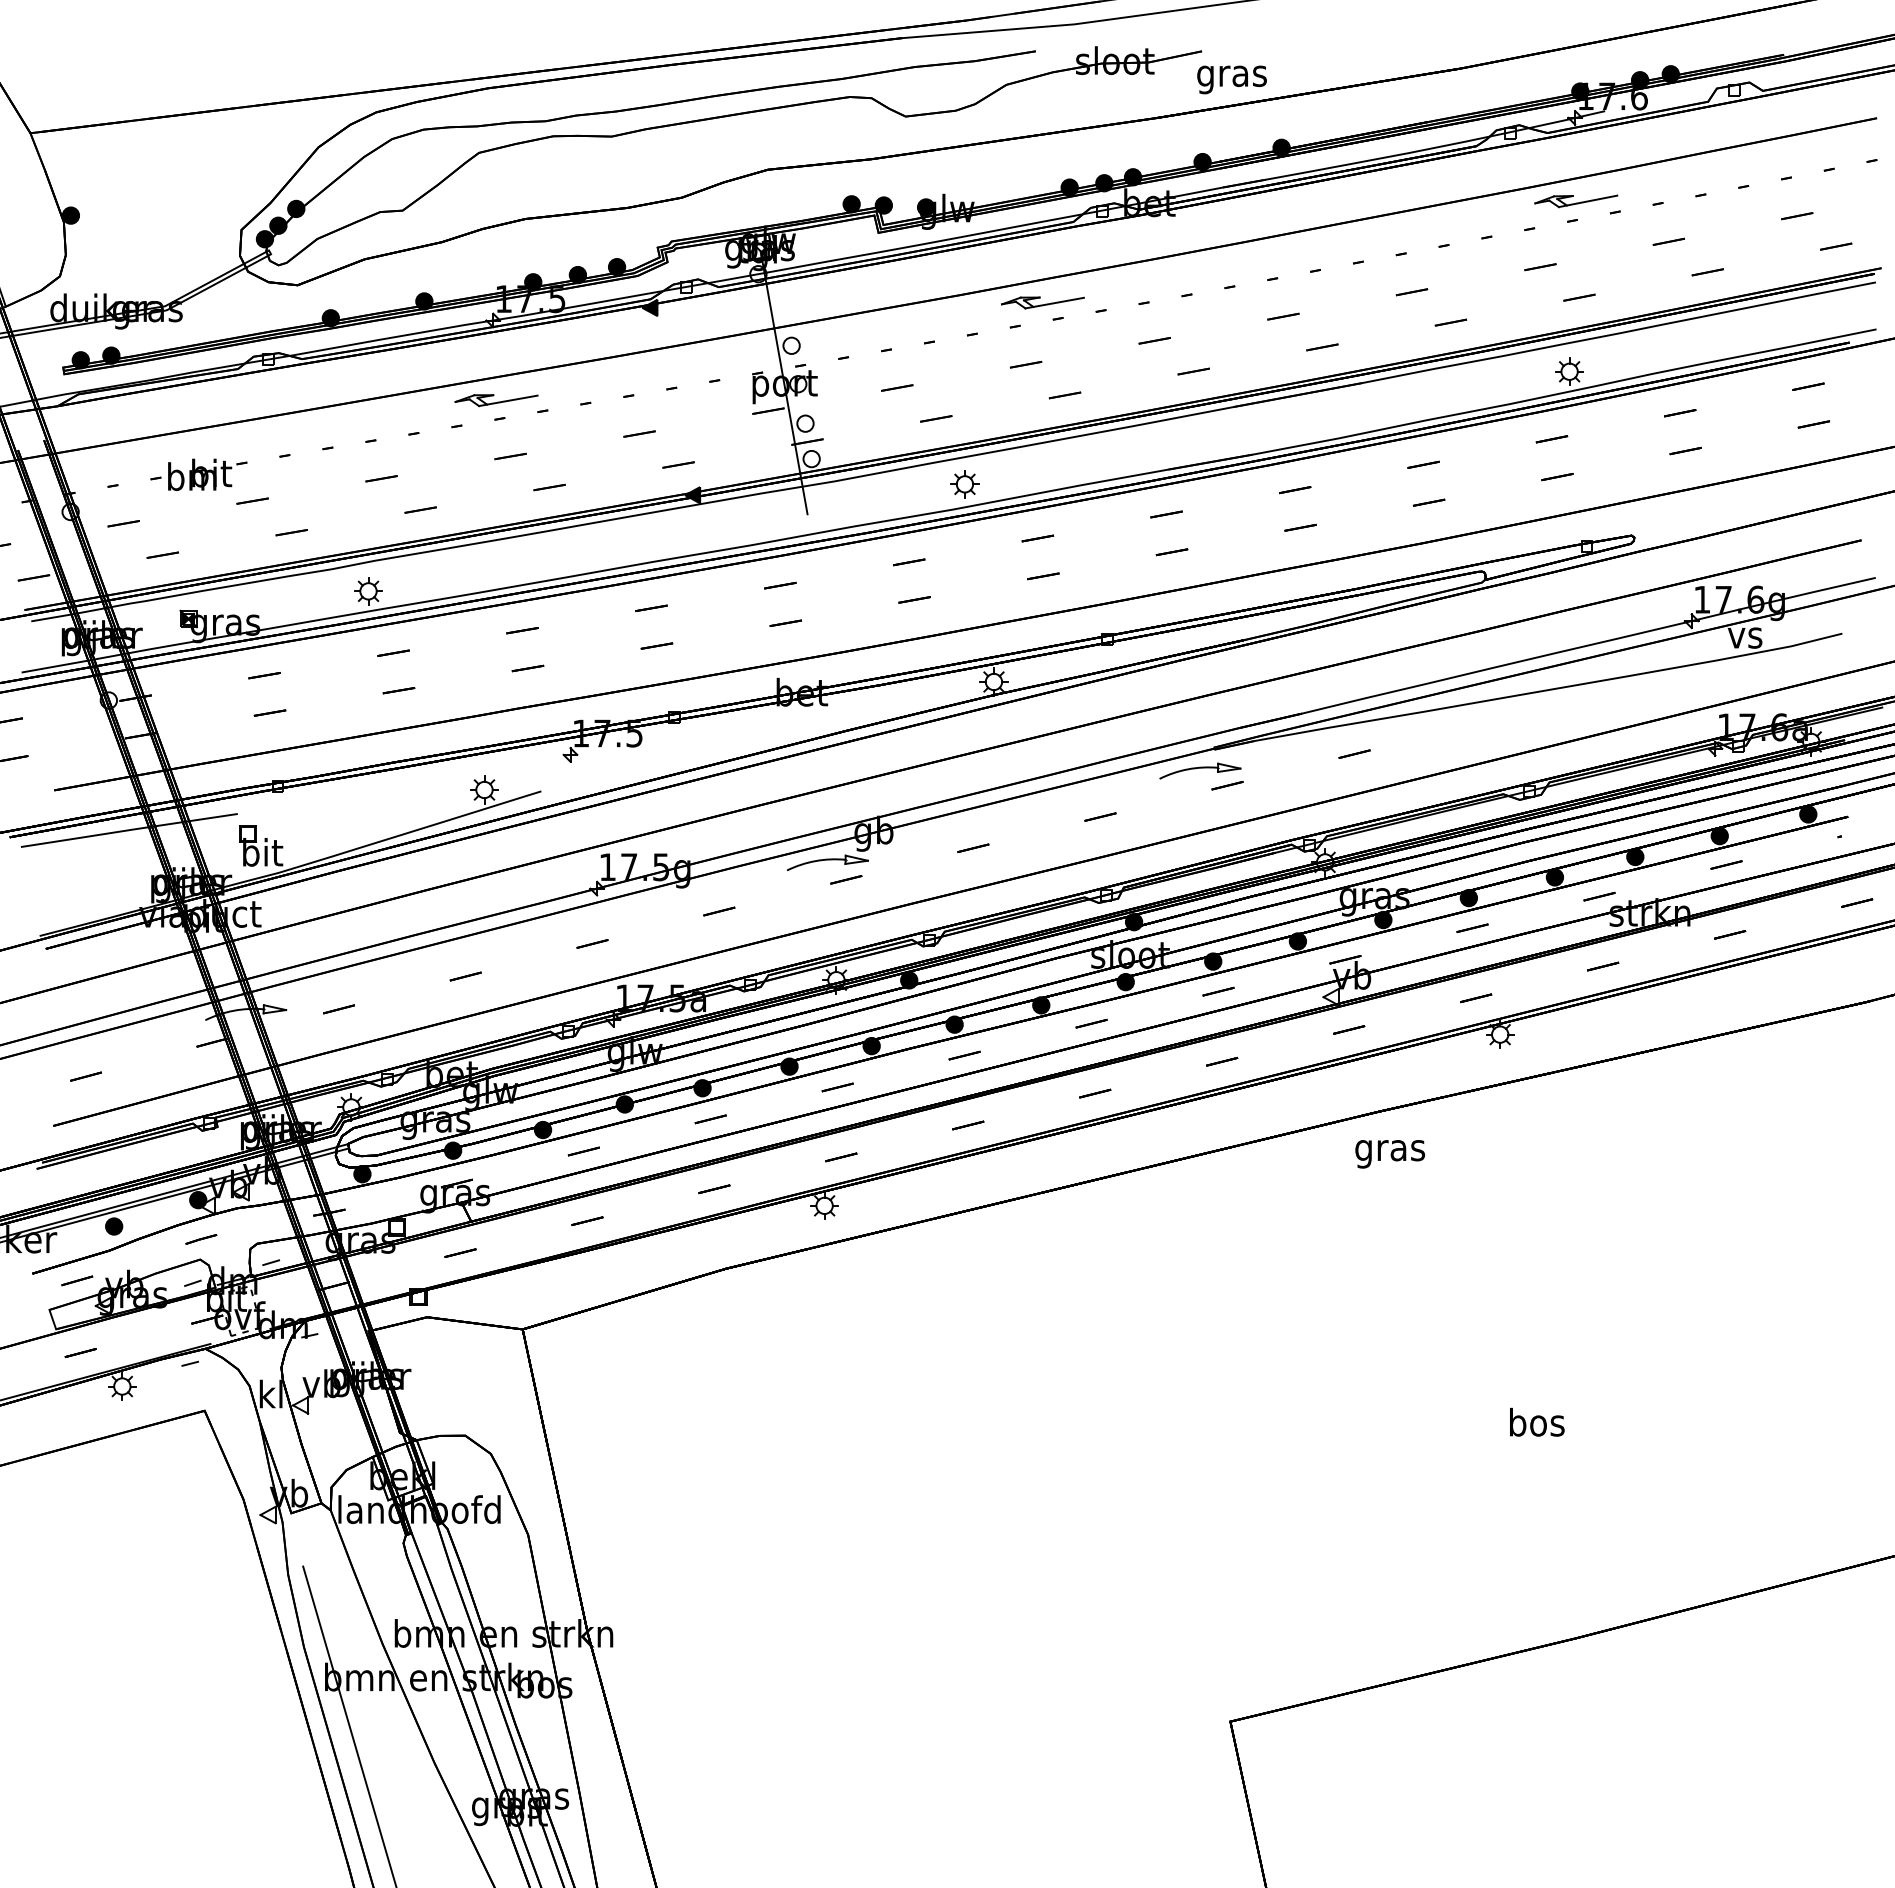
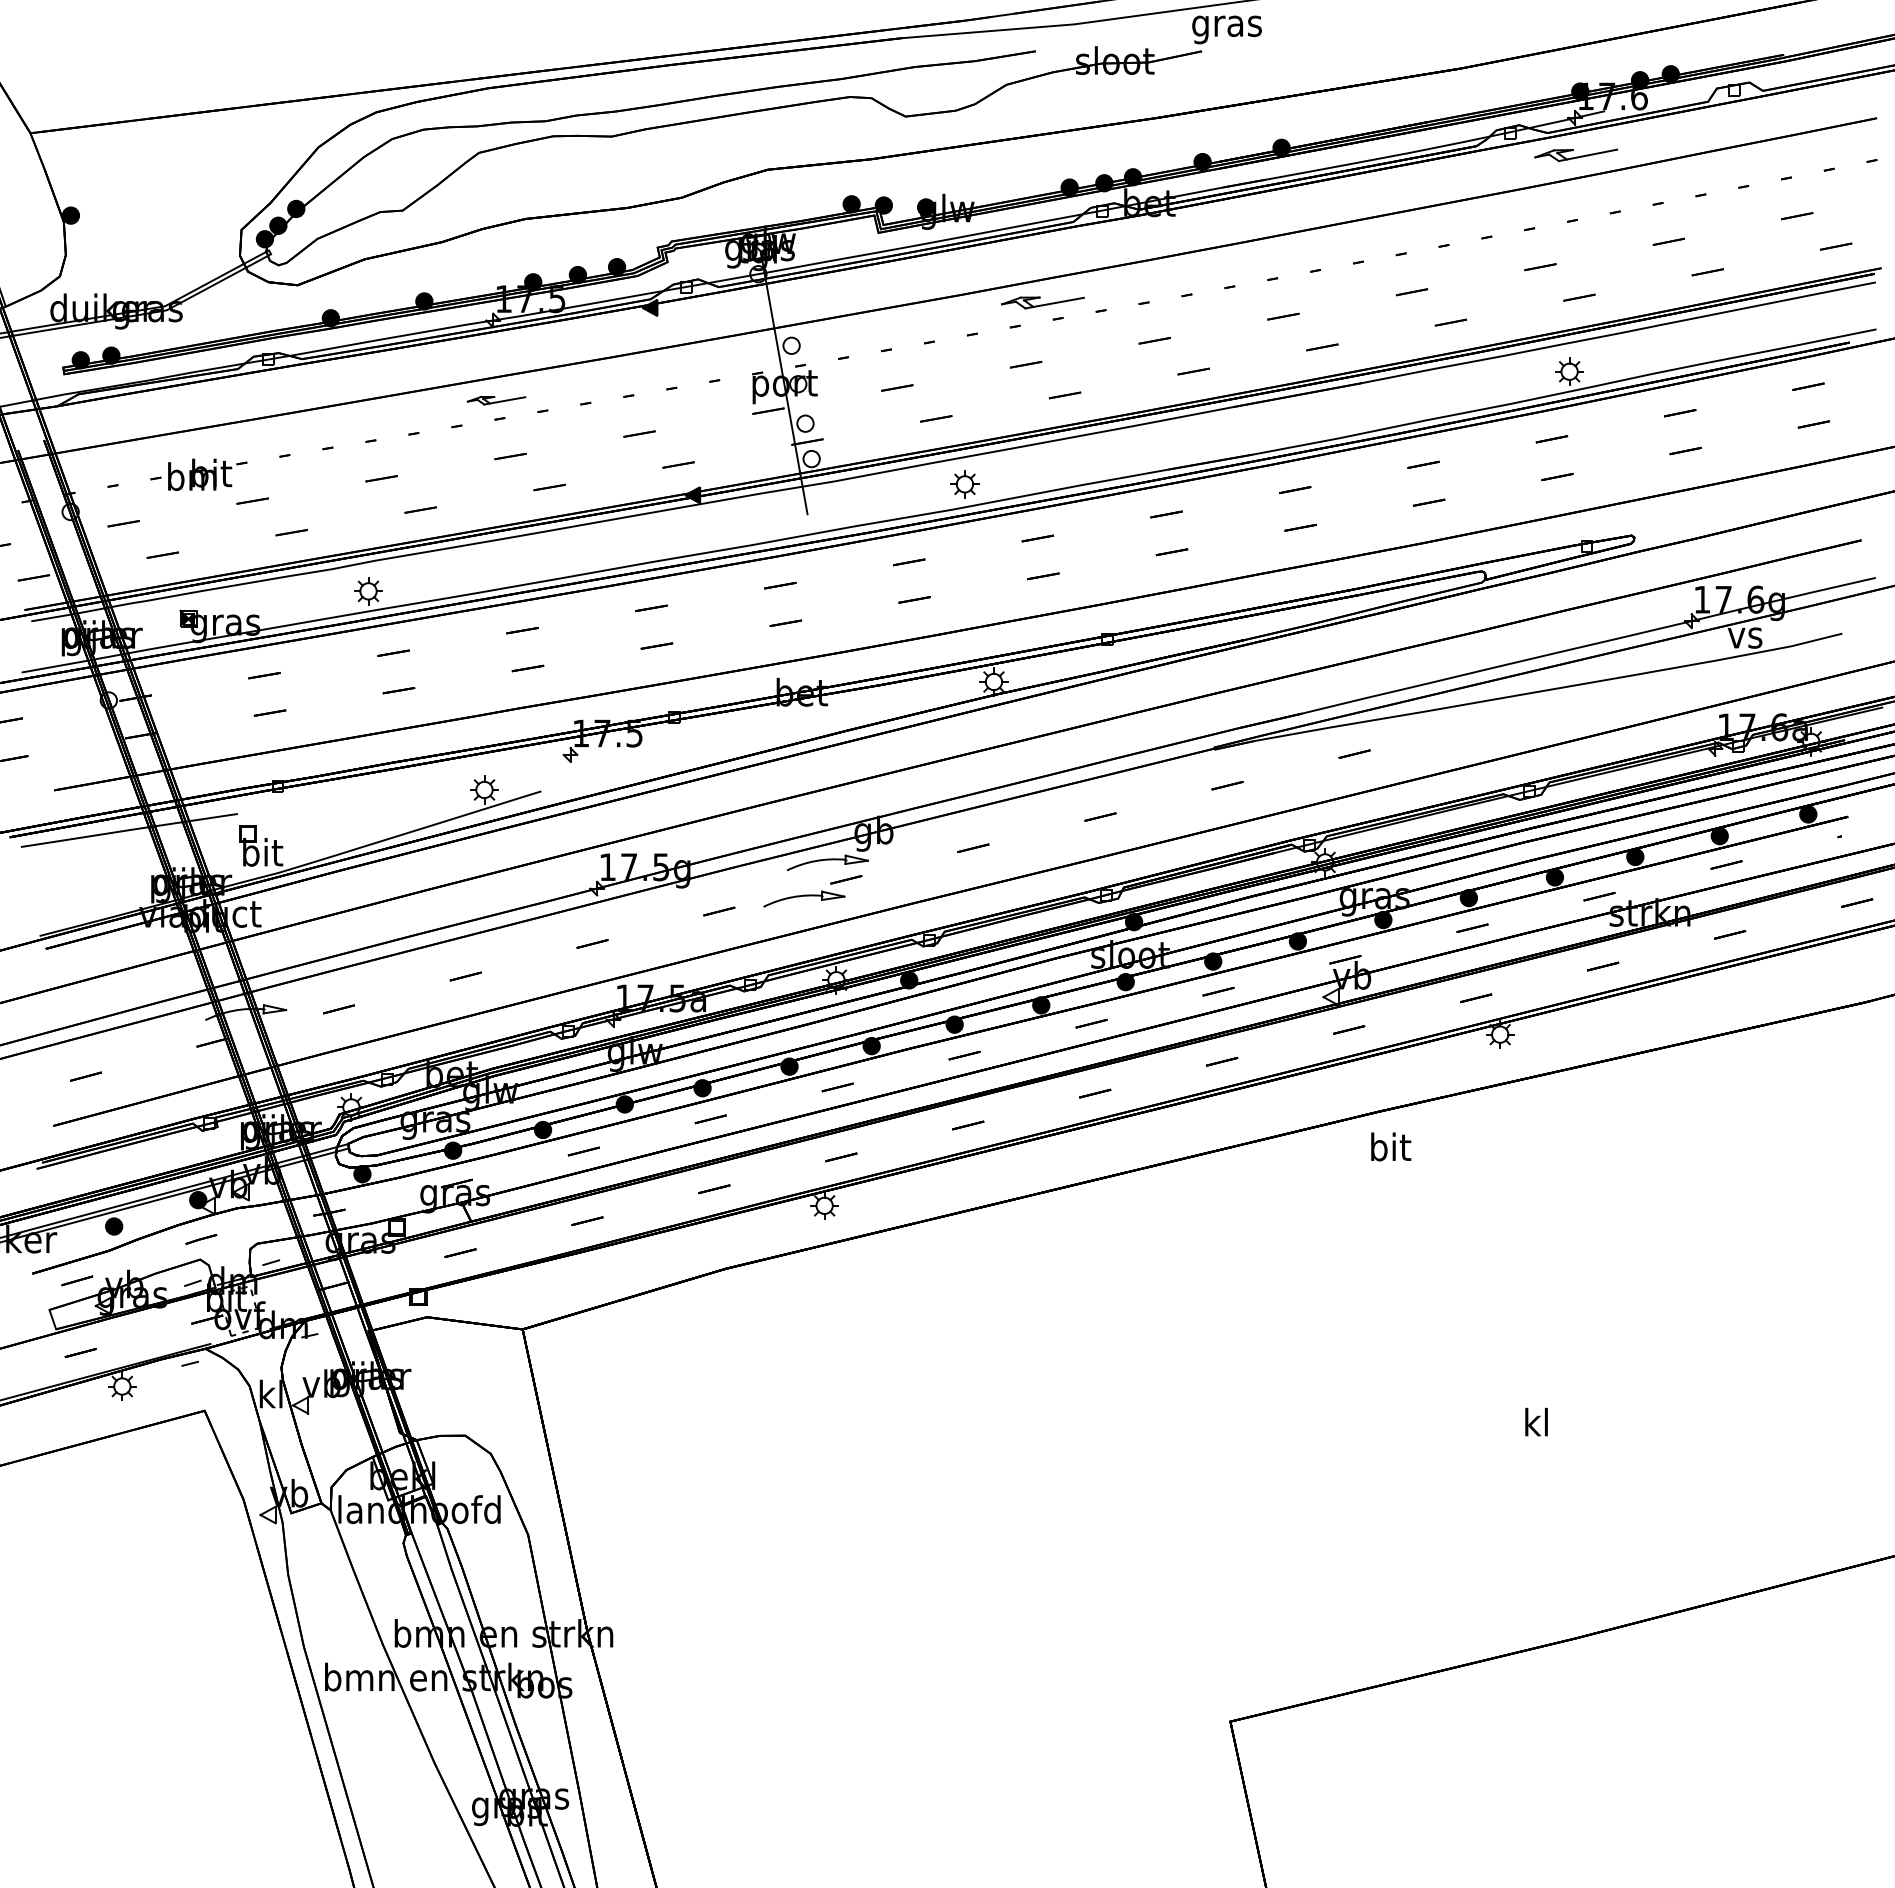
text at (1231, 79) position: (1231, 79) -> (1226, 29)
part at (1576, 201) position: (1576, 201) -> (1576, 155)
part at (496, 400) size: 85x14 px -> 61x10 px
part at (1200, 770) position: (1200, 770) -> (804, 898)
text at (1390, 1150): gras -> bit
text at (1537, 1421): bos -> kl
line at (349, 1725): present -> none
